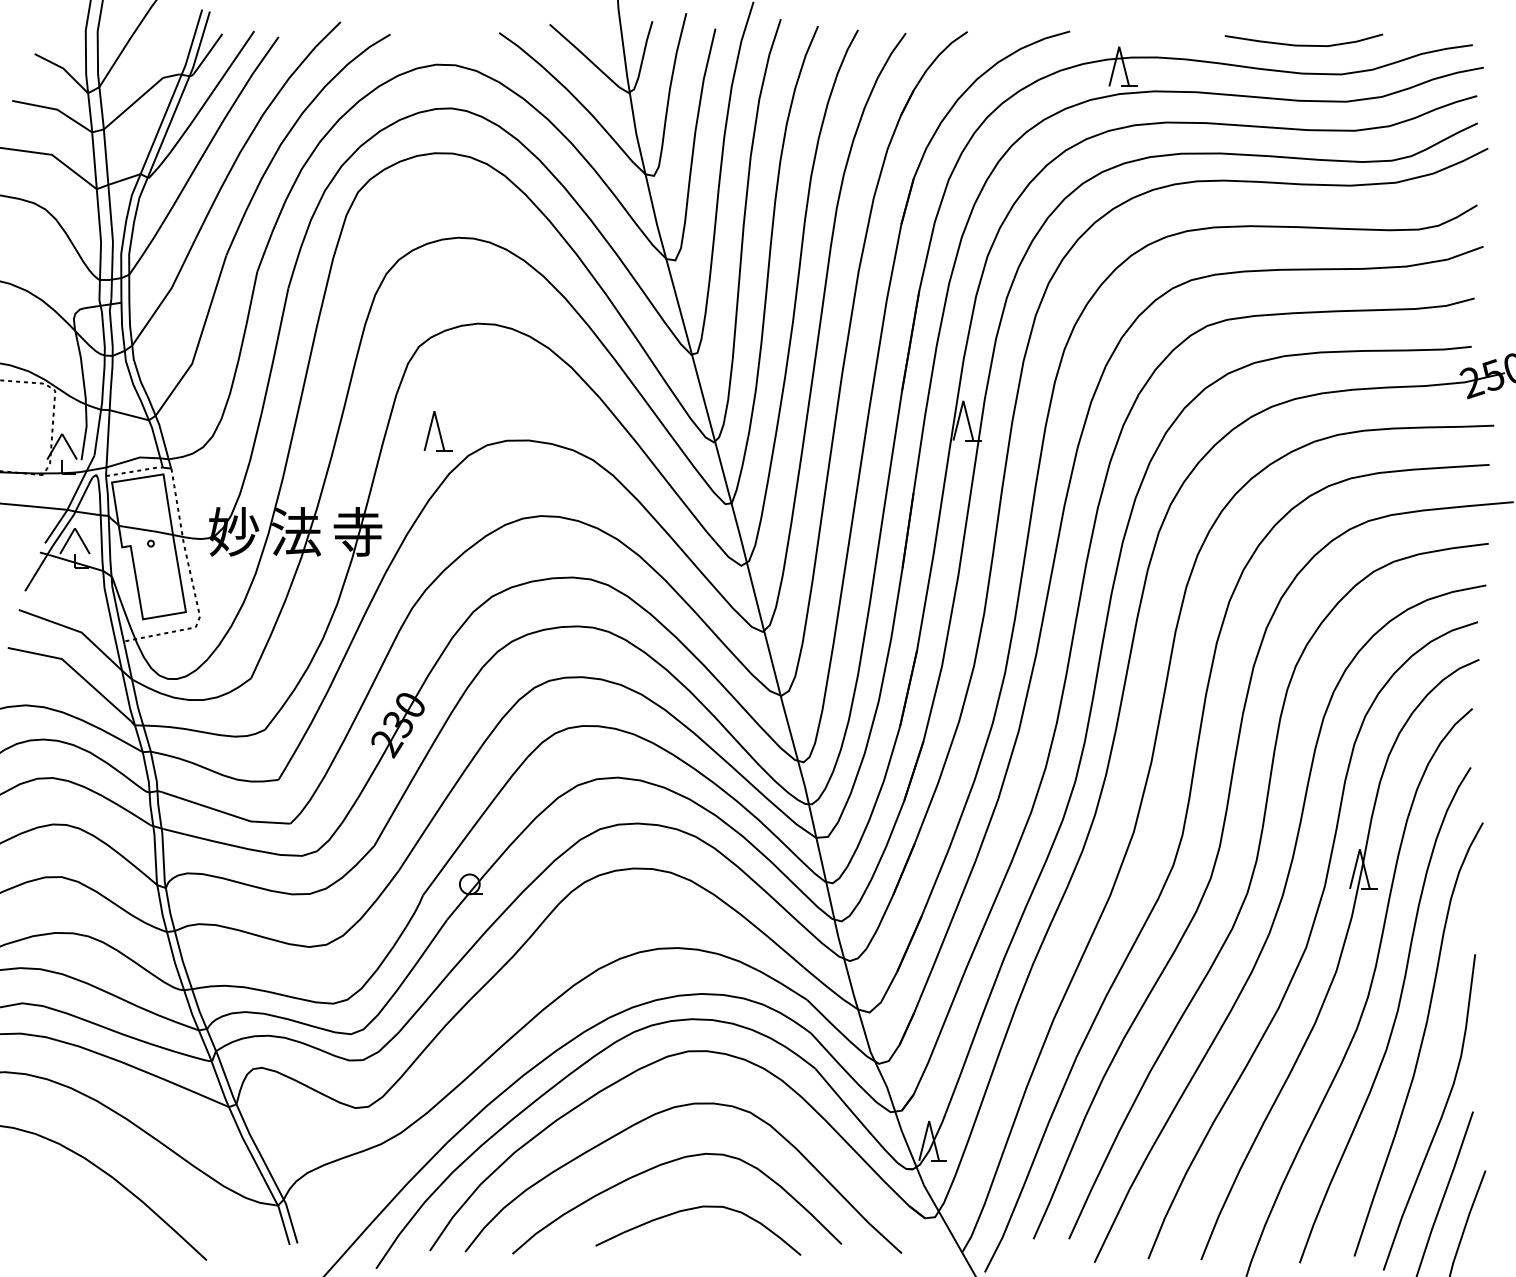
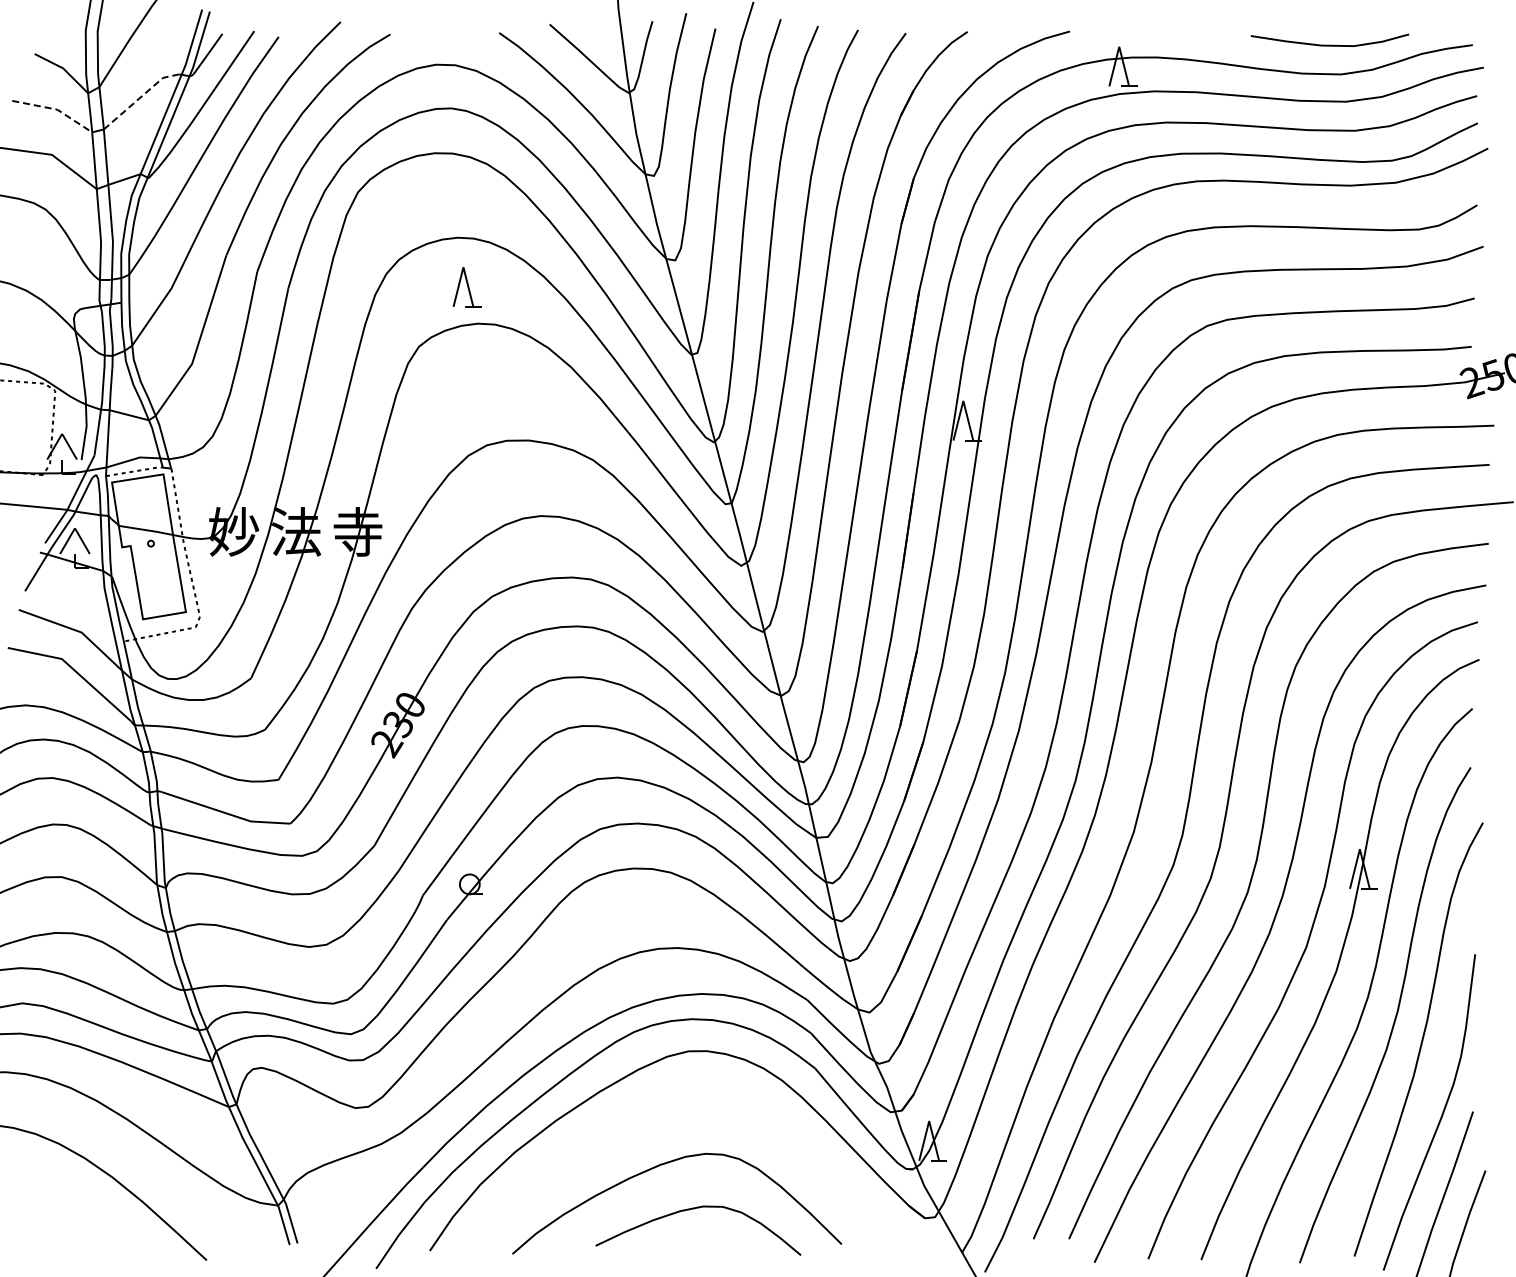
curve at (1303, 44) position: (1303, 44) -> (1329, 44)
line at (140, 97): solid -> dashed
line at (56, 109): solid -> dashed
part at (437, 431) position: (437, 431) -> (466, 287)
curve at (663, 1112): present -> none
